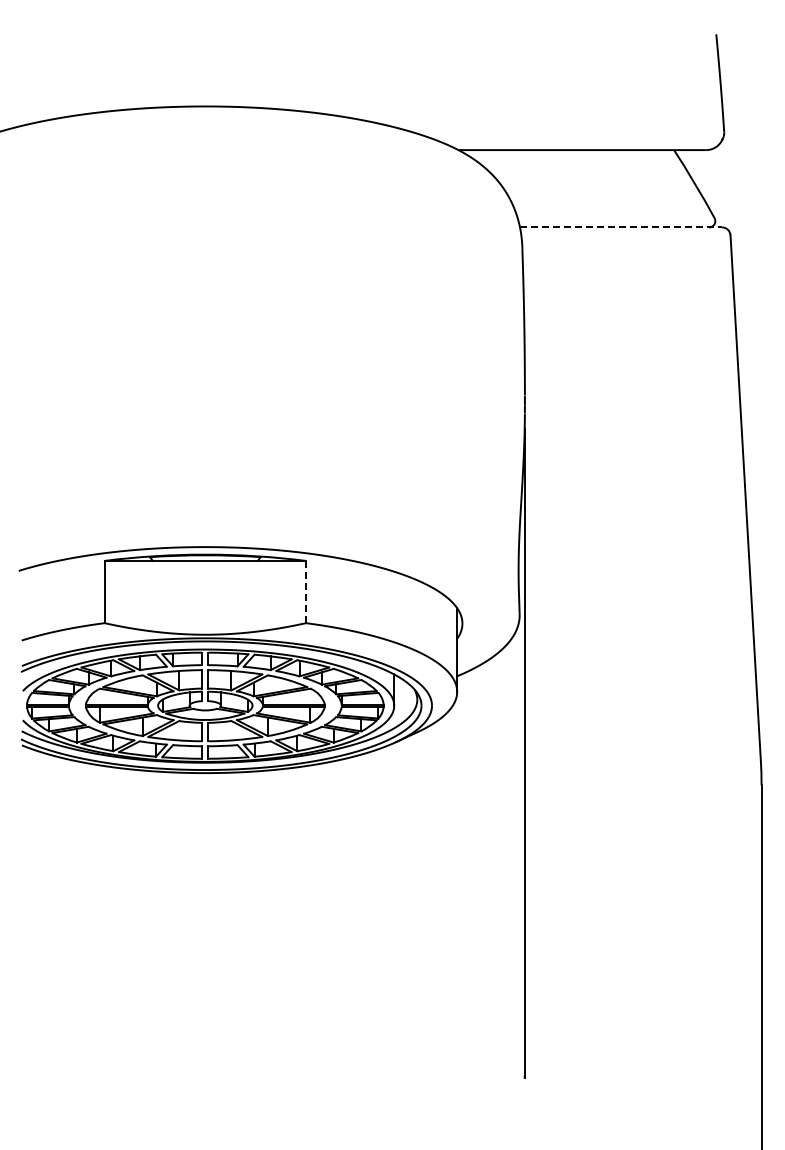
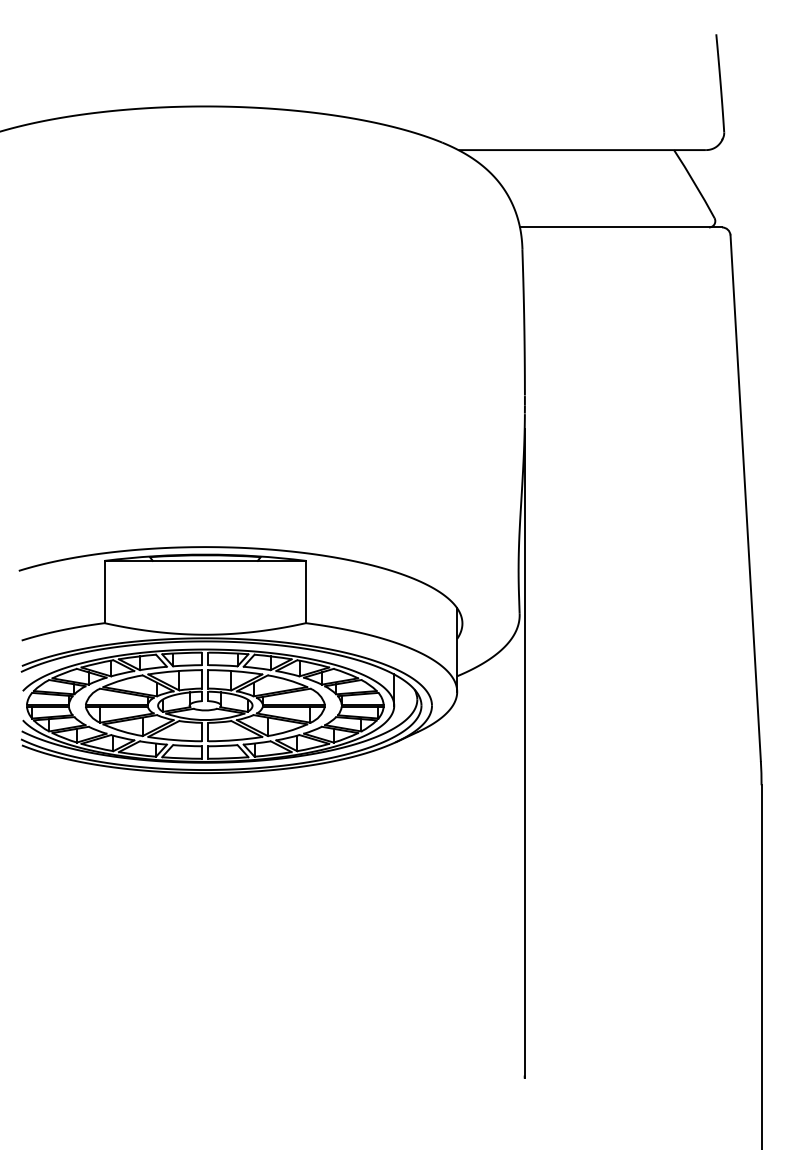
line at (621, 227): dashed -> solid
line at (306, 591): dashed -> solid
